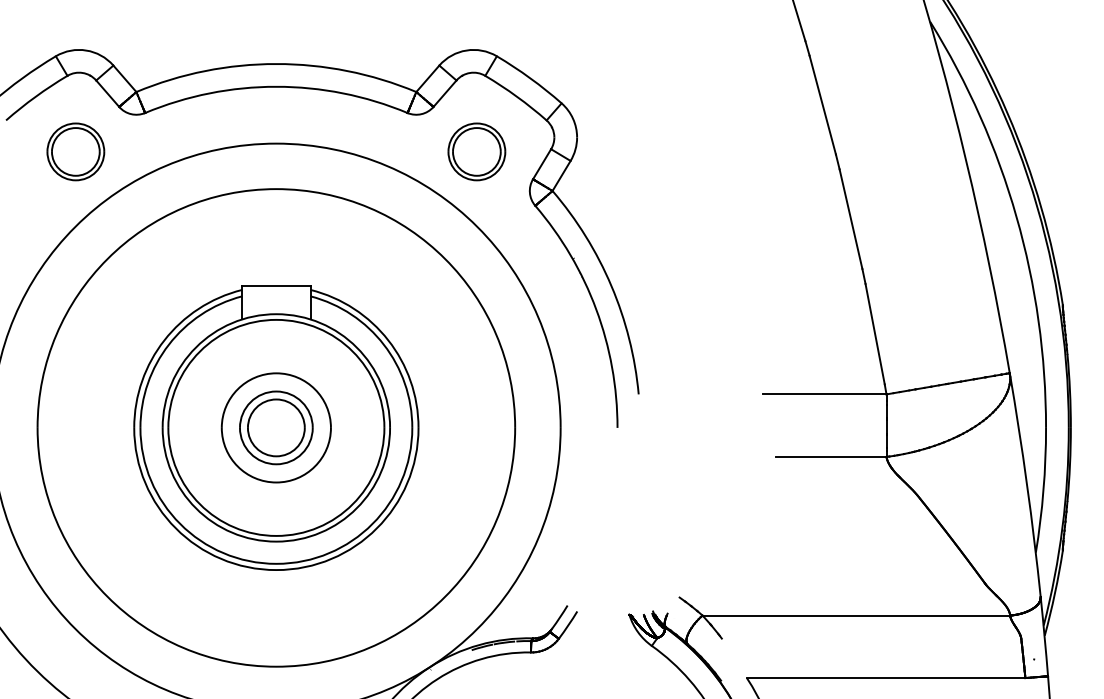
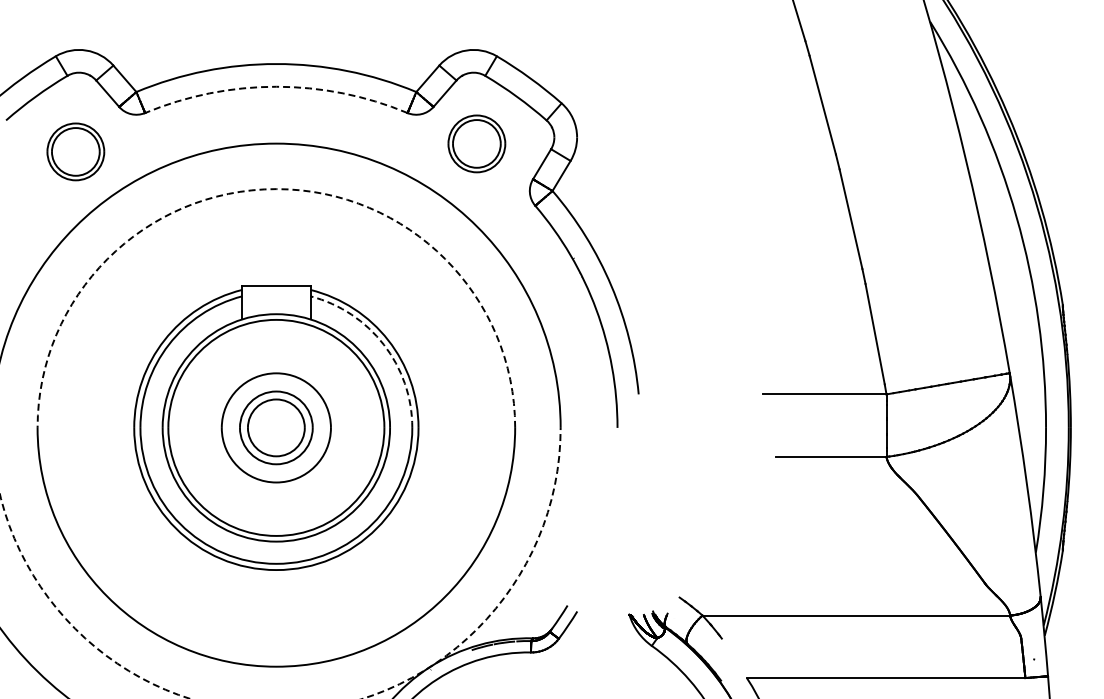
arc at (276, 86): solid -> dashed
part at (476, 151) position: (476, 151) -> (476, 143)
arc at (276, 189): solid -> dashed
arc at (383, 344): solid -> dashed
arc at (395, 686): solid -> dashed
